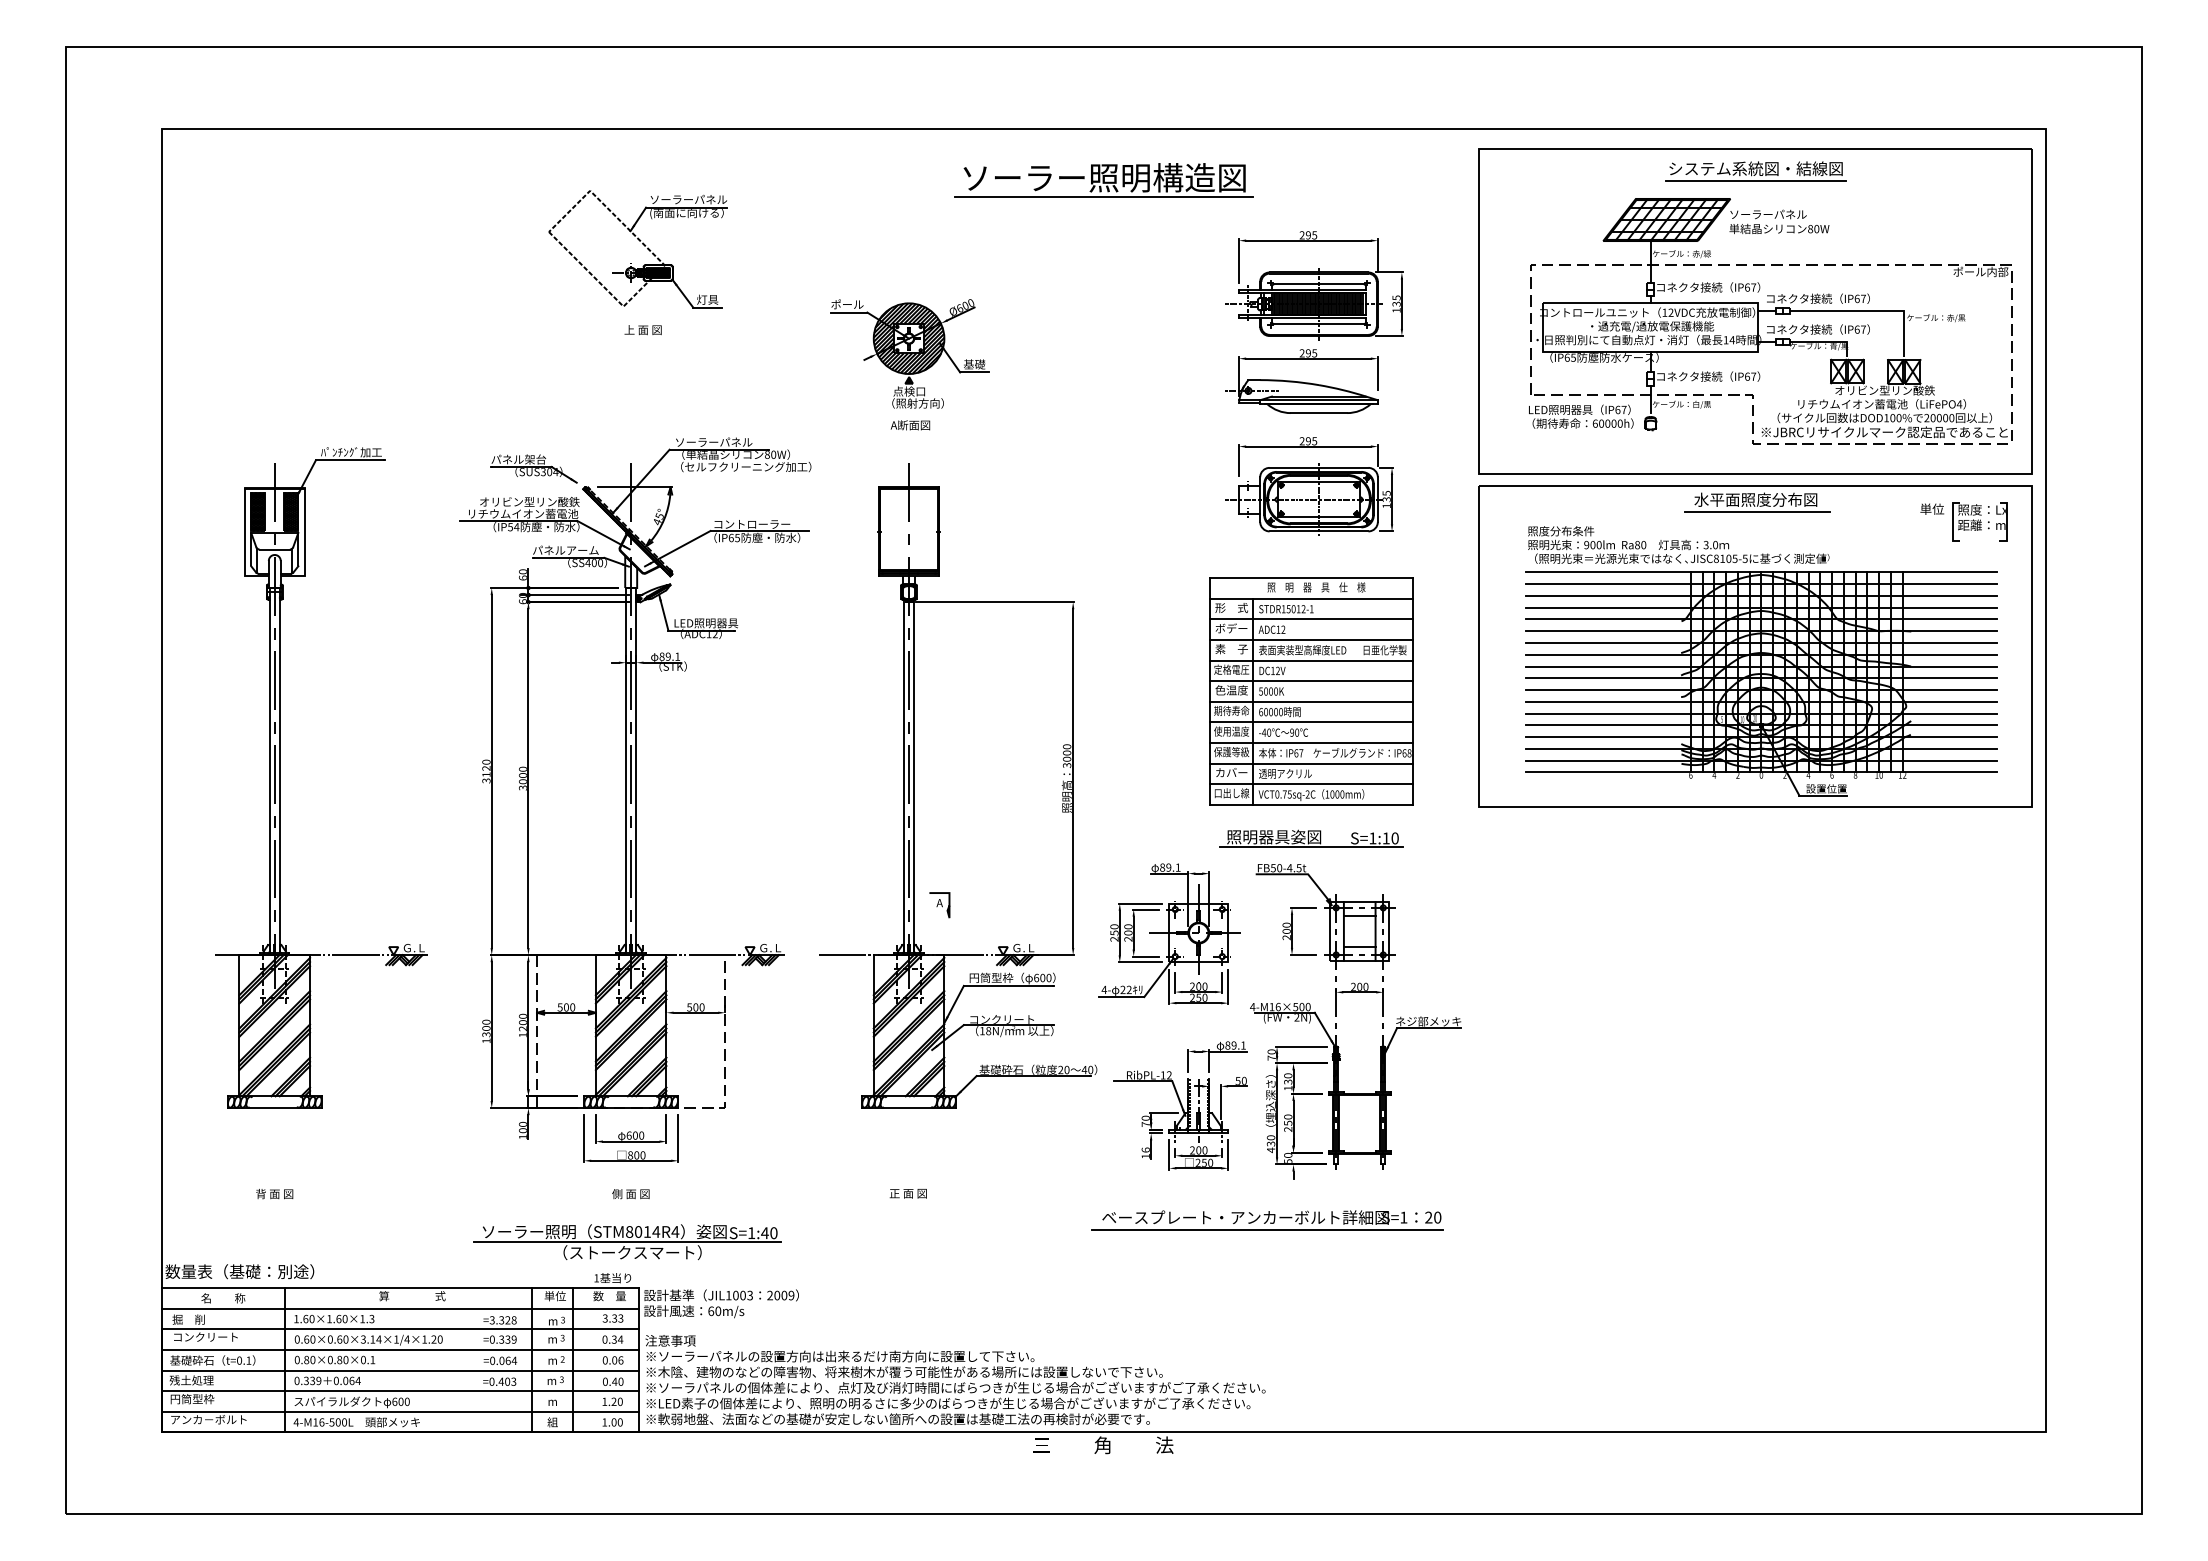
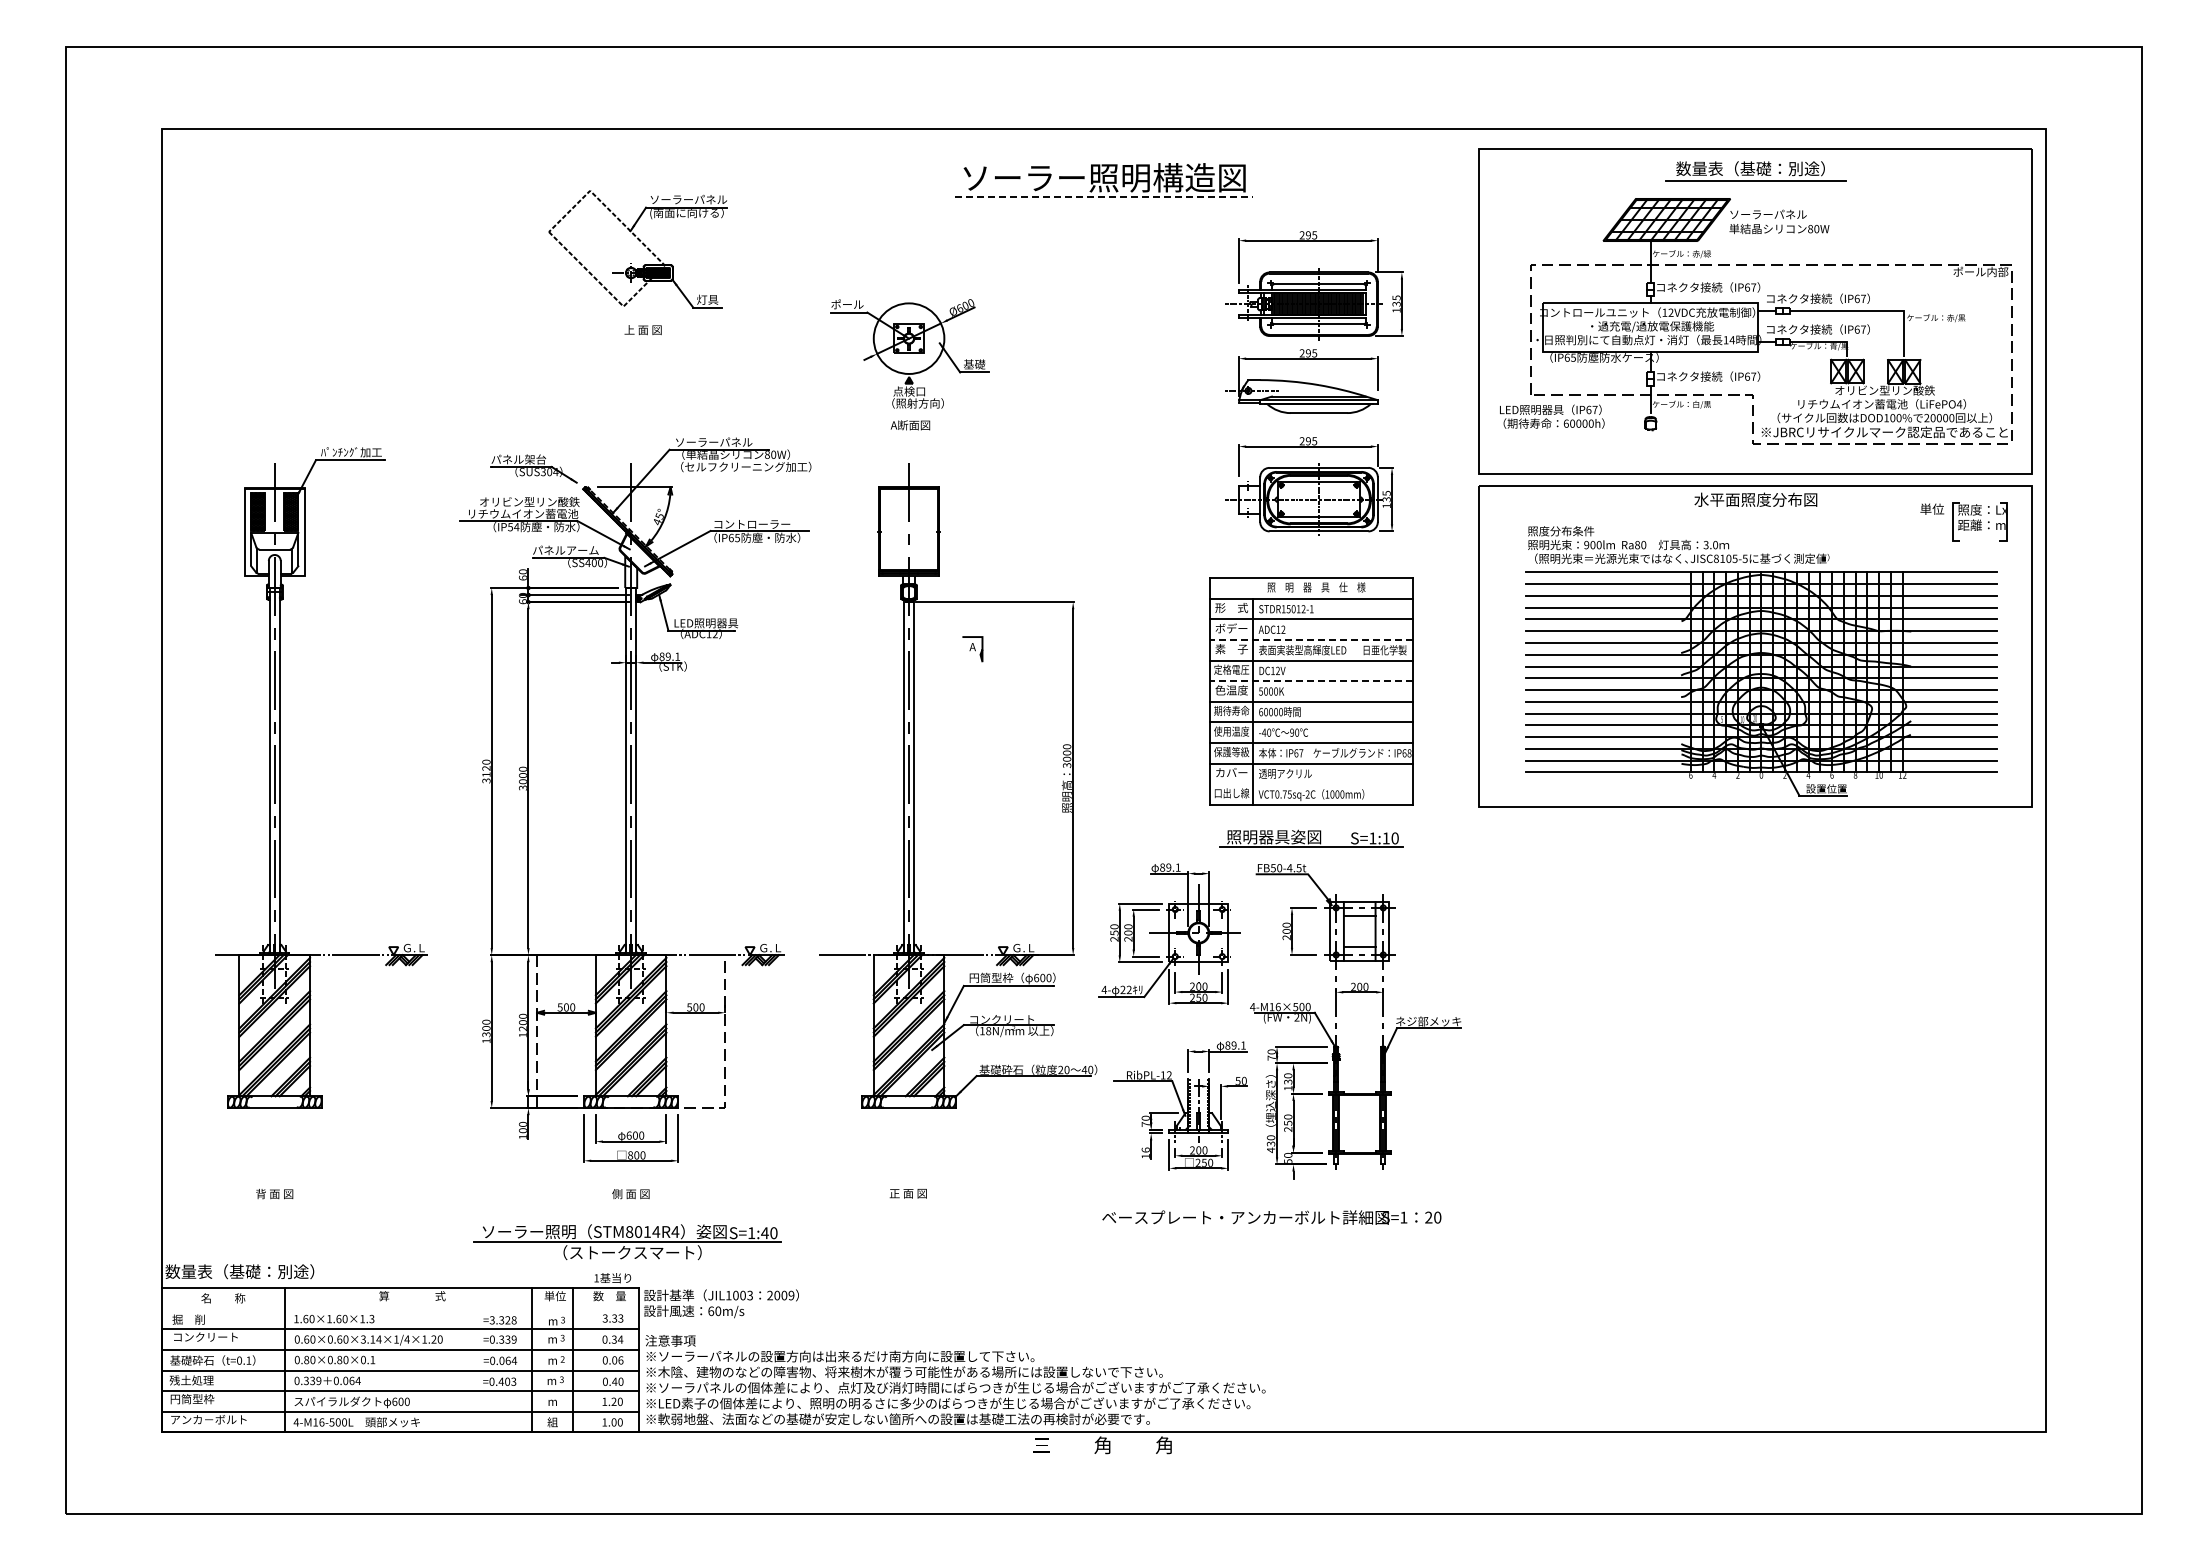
text at (1755, 168): システム系統図・結線図 -> 数量表（基礎：別途）
line at (1104, 197): solid -> dashed
hatch at (908, 338): present -> none
text at (1581, 416) position: (1581, 416) -> (1552, 416)
line at (1756, 511): present -> none
line at (1310, 640): solid -> dashed
line at (1310, 681): solid -> dashed
line at (1311, 784): present -> none
part at (939, 905) position: (939, 905) -> (972, 649)
line at (1267, 1229): present -> none
line at (400, 1308): present -> none
text at (1164, 1445): 法 -> 角
